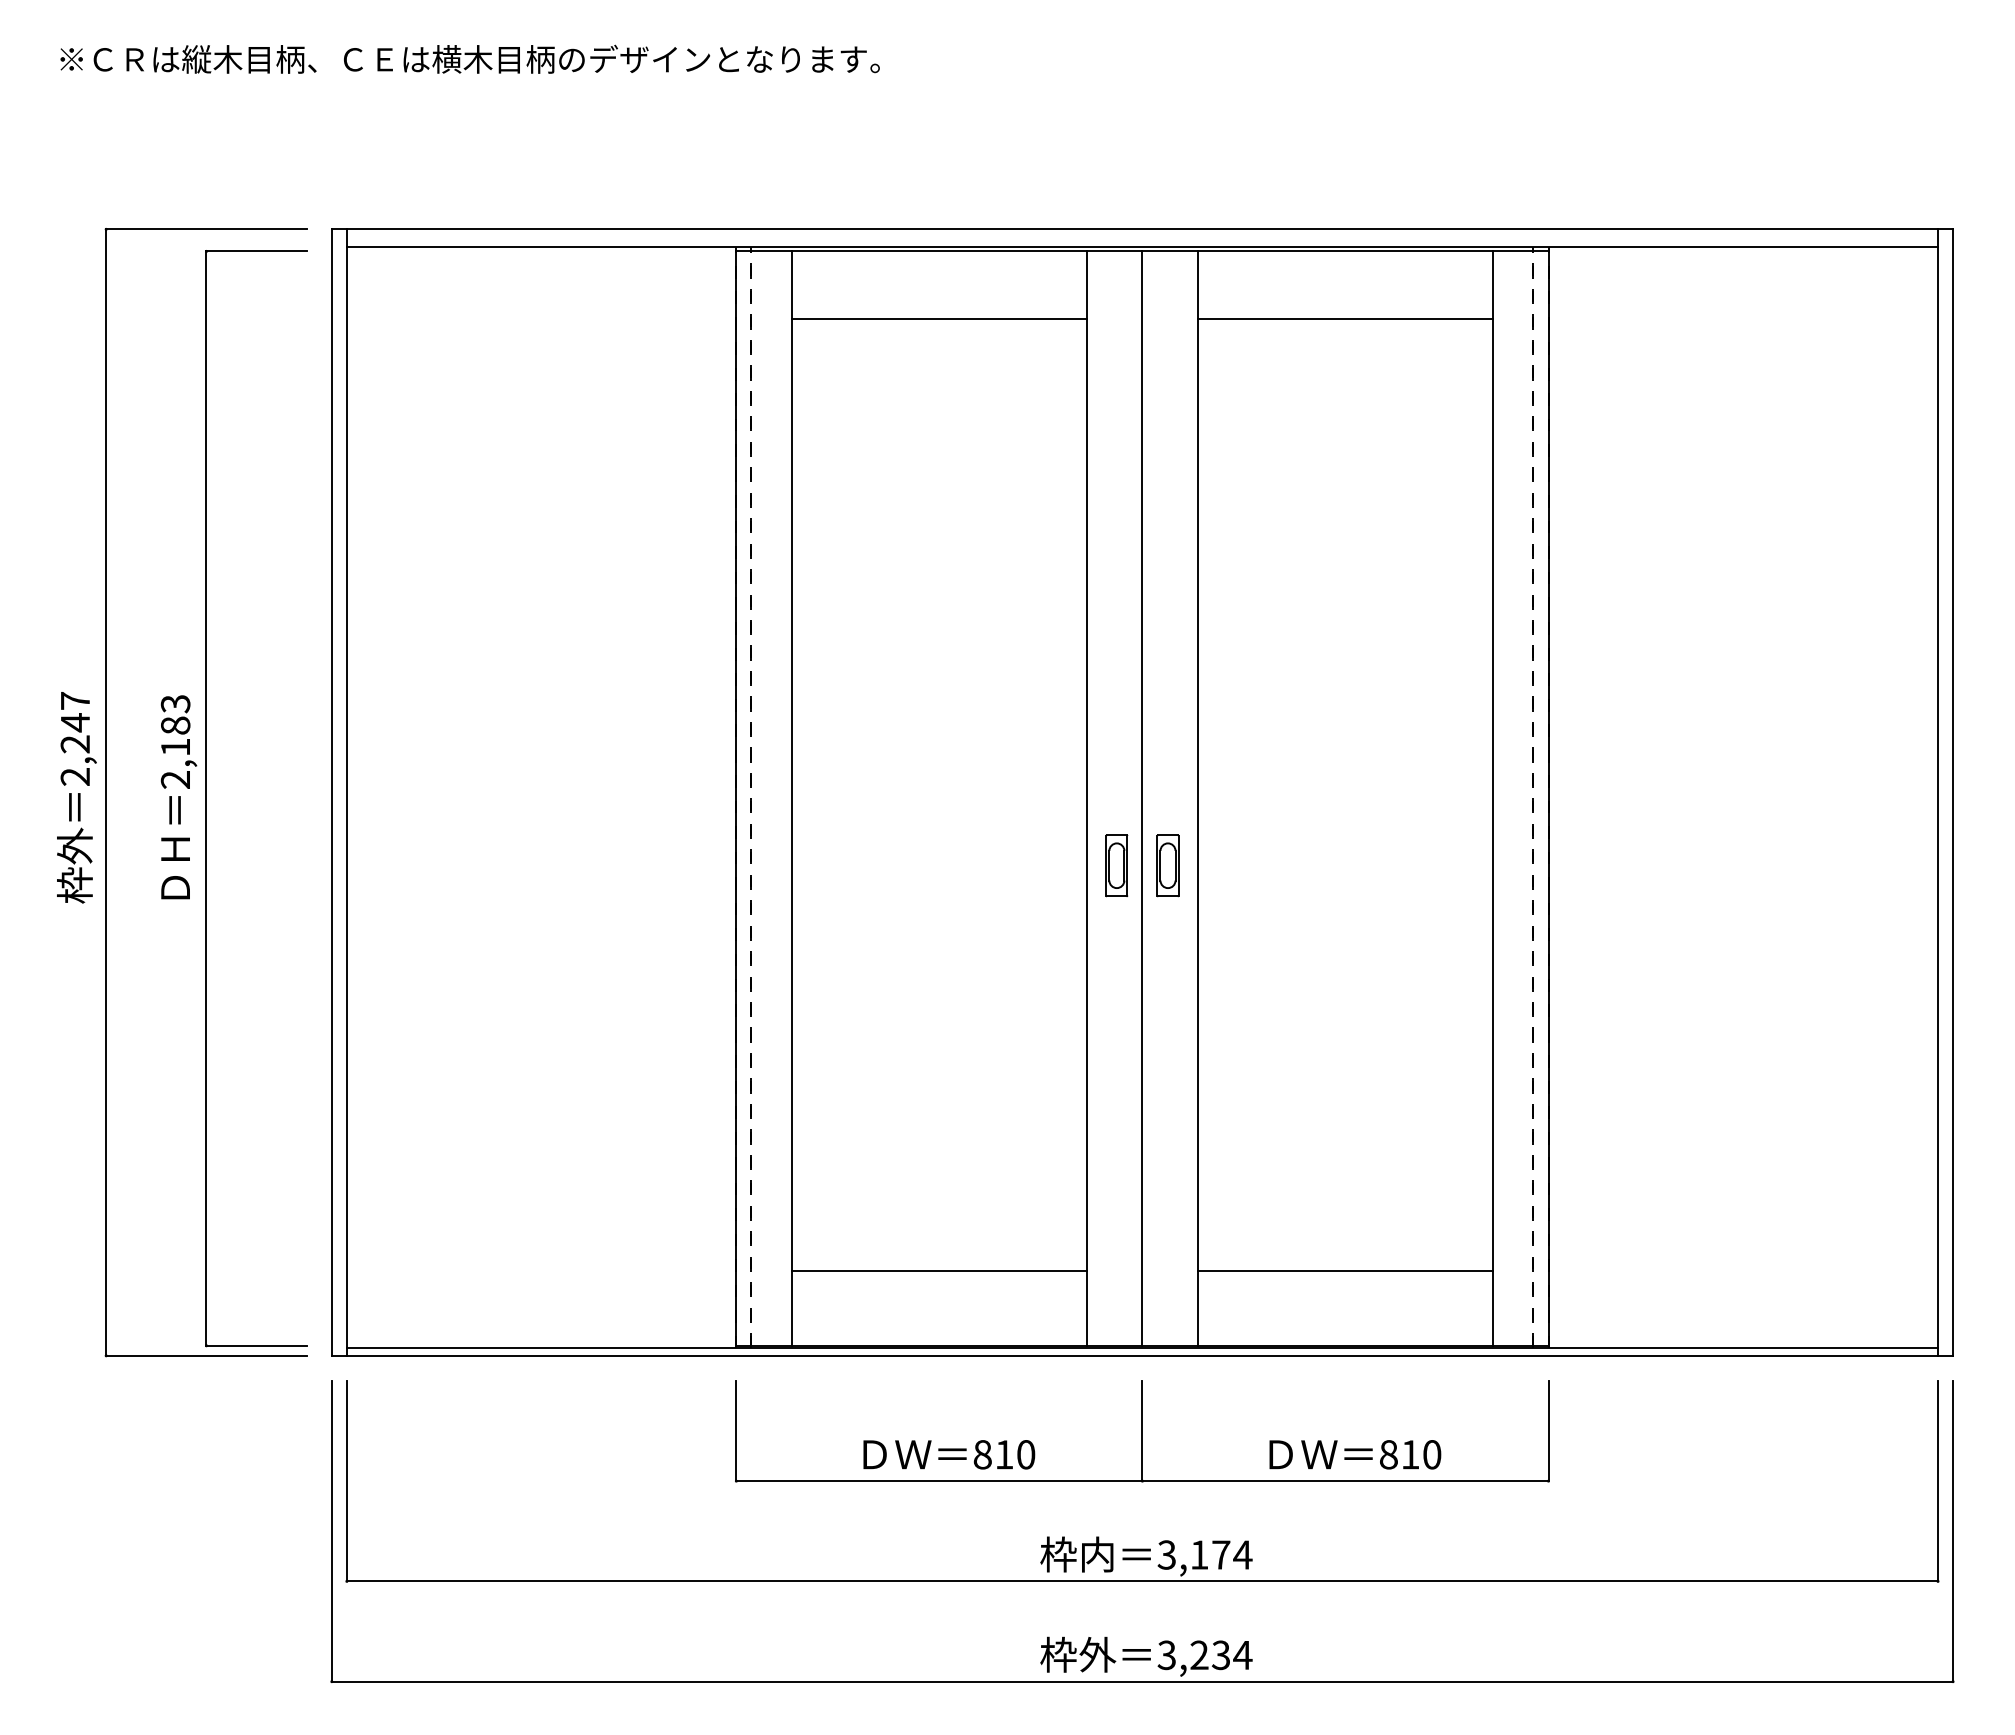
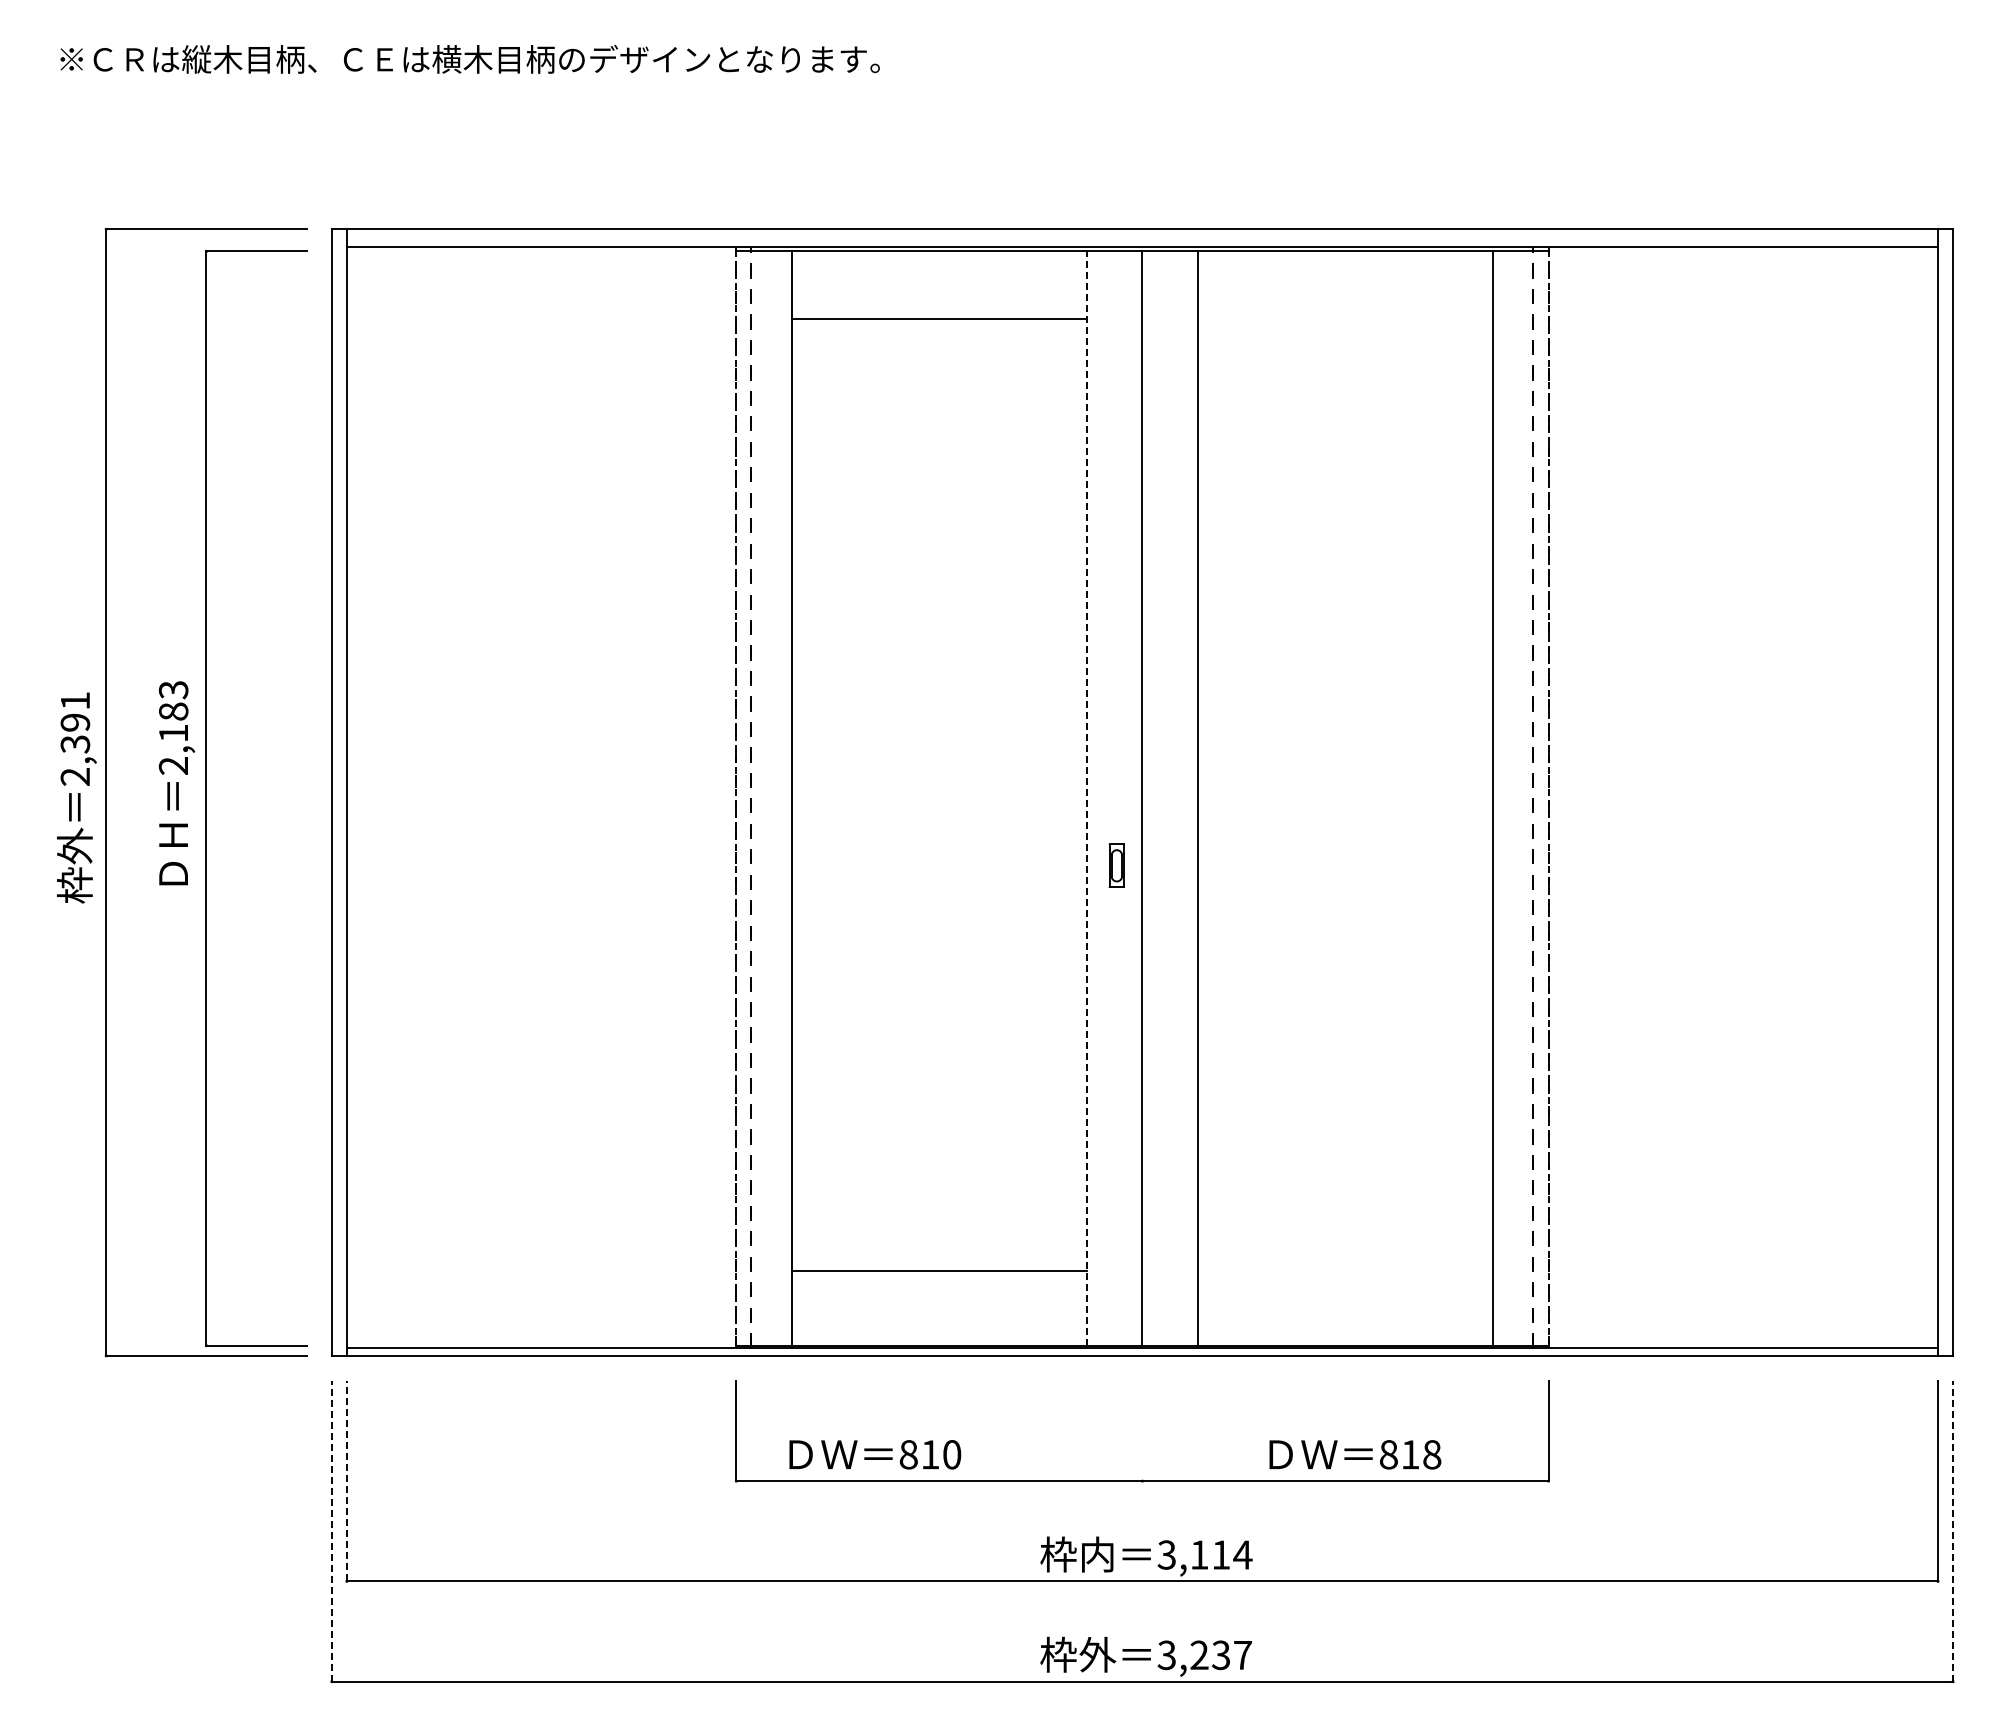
line at (1345, 319): present -> none
text at (75, 722): 2,247 -> 2,391
text at (178, 797) position: (178, 797) -> (176, 783)
line at (736, 798): solid -> dashed
line at (1087, 798): solid -> dashed
line at (1548, 798): solid -> dashed
part at (1116, 865) size: 24x64 px -> 17x45 px
part at (1167, 865): present -> none
line at (1345, 1270): present -> none
line at (1142, 1430): present -> none
text at (949, 1454) position: (949, 1454) -> (875, 1454)
text at (1432, 1454): 810 -> 818
line at (346, 1480): solid -> dashed
line at (331, 1530): solid -> dashed
line at (1953, 1530): solid -> dashed
text at (1221, 1554): 3,174 -> 3,114
text at (1242, 1655): 3,234 -> 3,237
